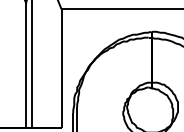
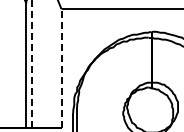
line at (32, 63): solid -> dashed
line at (61, 68): solid -> dashed
